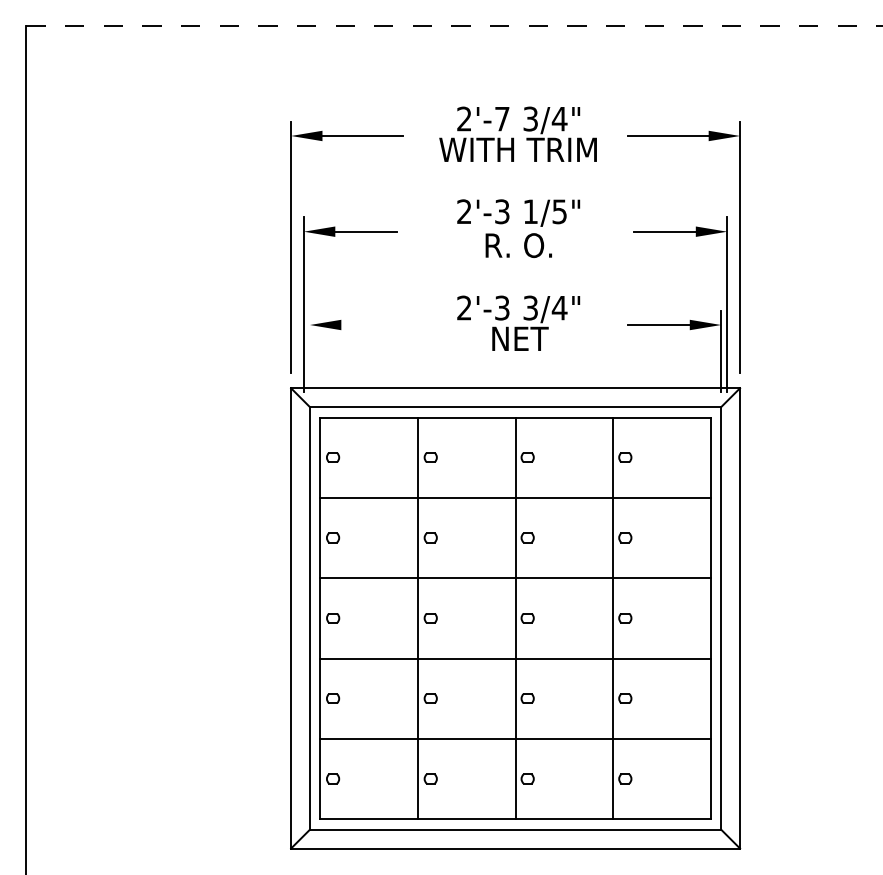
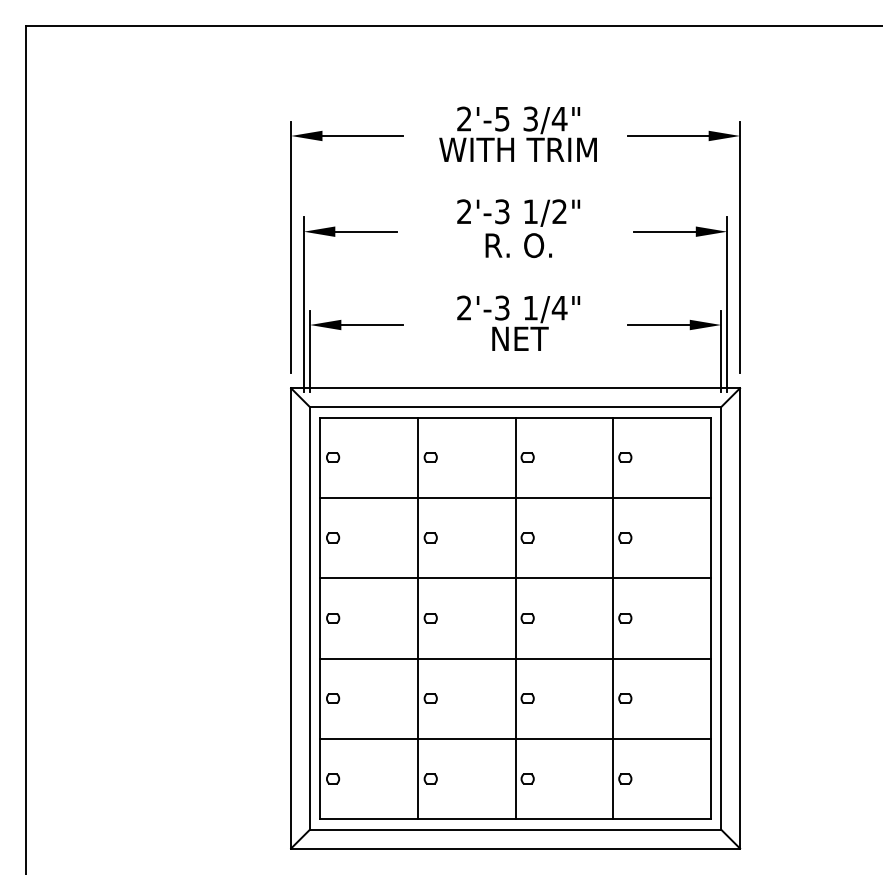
line at (454, 26): dashed -> solid
text at (502, 119): 2'-7 -> 2'-5
text at (559, 211): 1/5" -> 1/2"
text at (530, 307): 3/4" -> 1/4"
line at (372, 325): none -> present
line at (309, 351): none -> present
